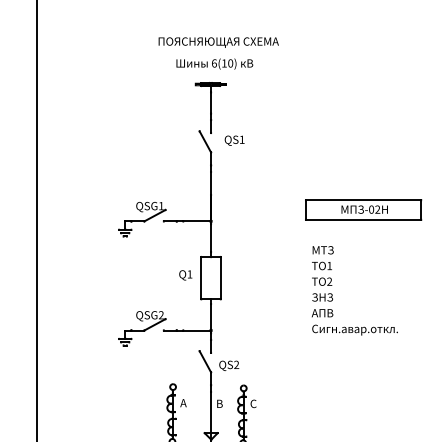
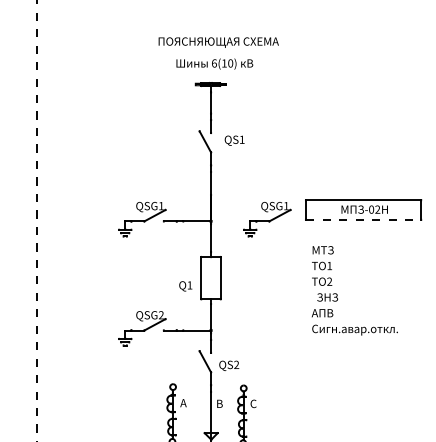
part at (267, 219): none -> present
line at (363, 219): solid -> dashed
line at (37, 221): solid -> dashed
text at (185, 275) position: (185, 275) -> (185, 286)
text at (322, 297) position: (322, 297) -> (327, 297)
